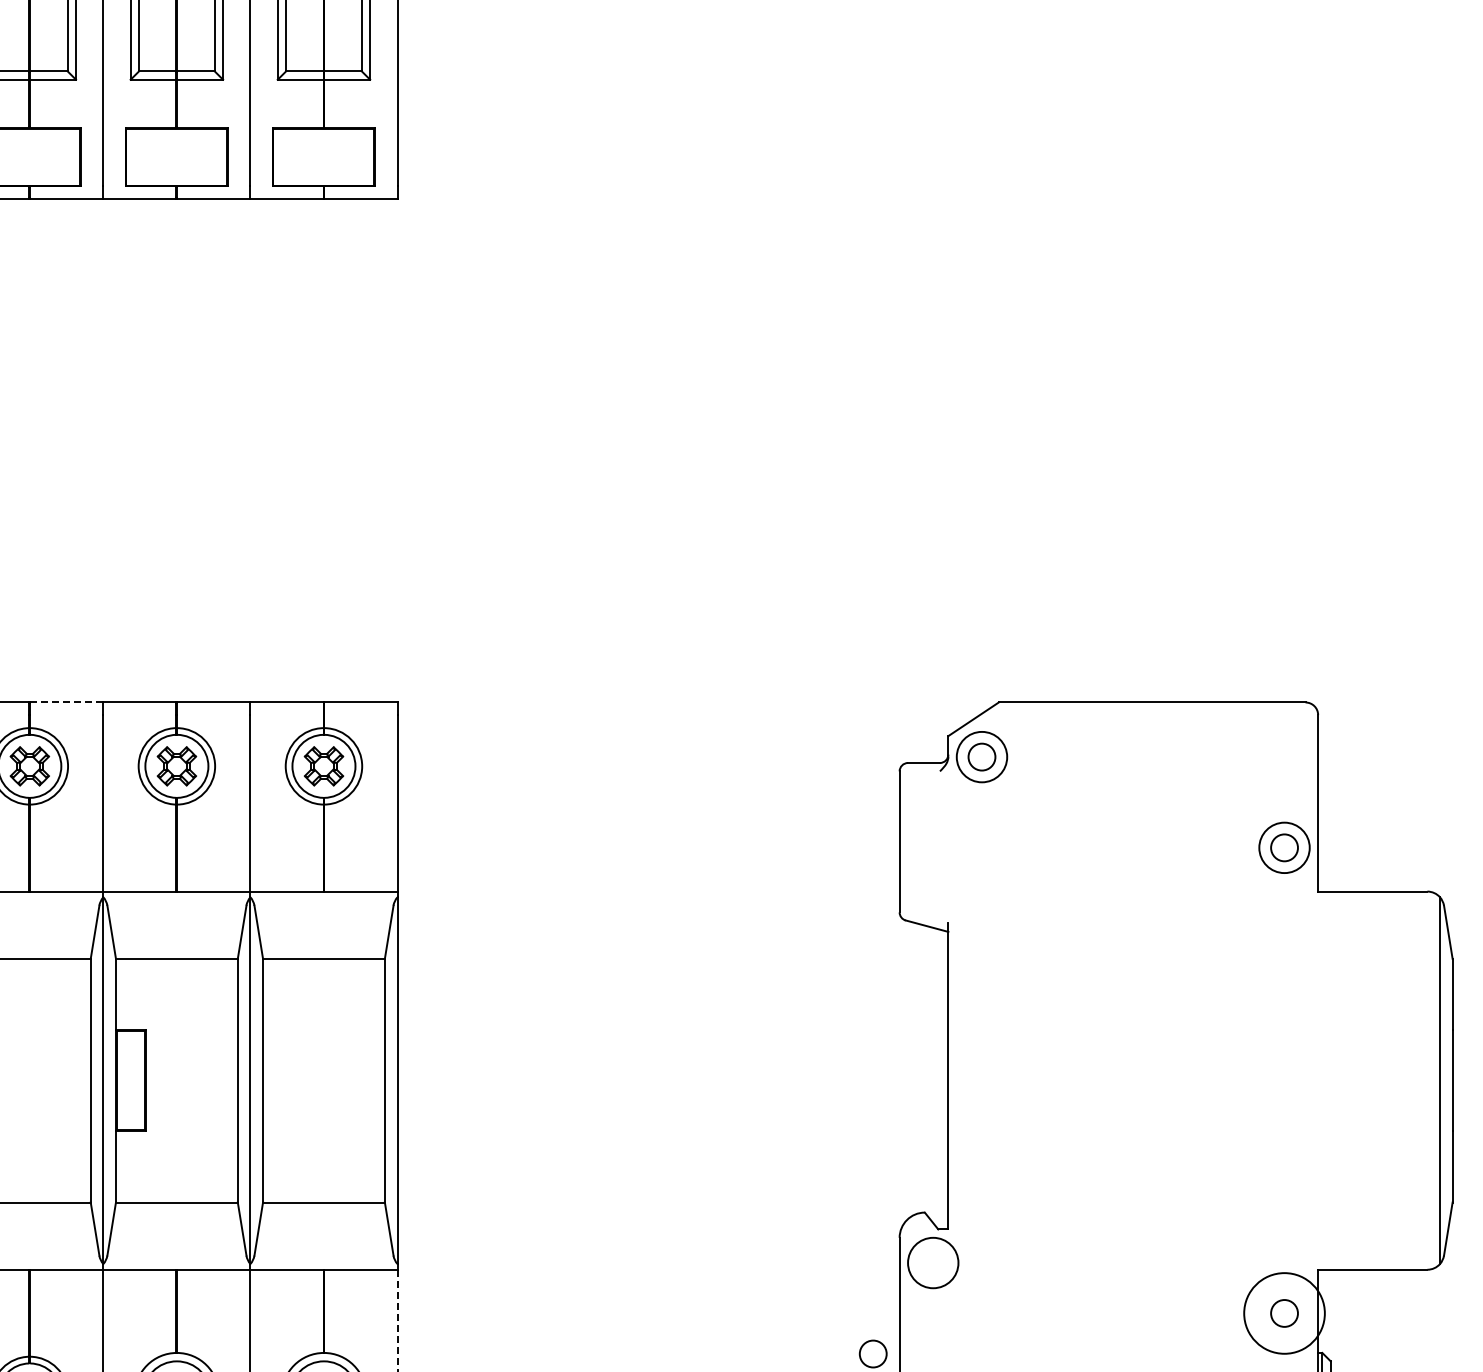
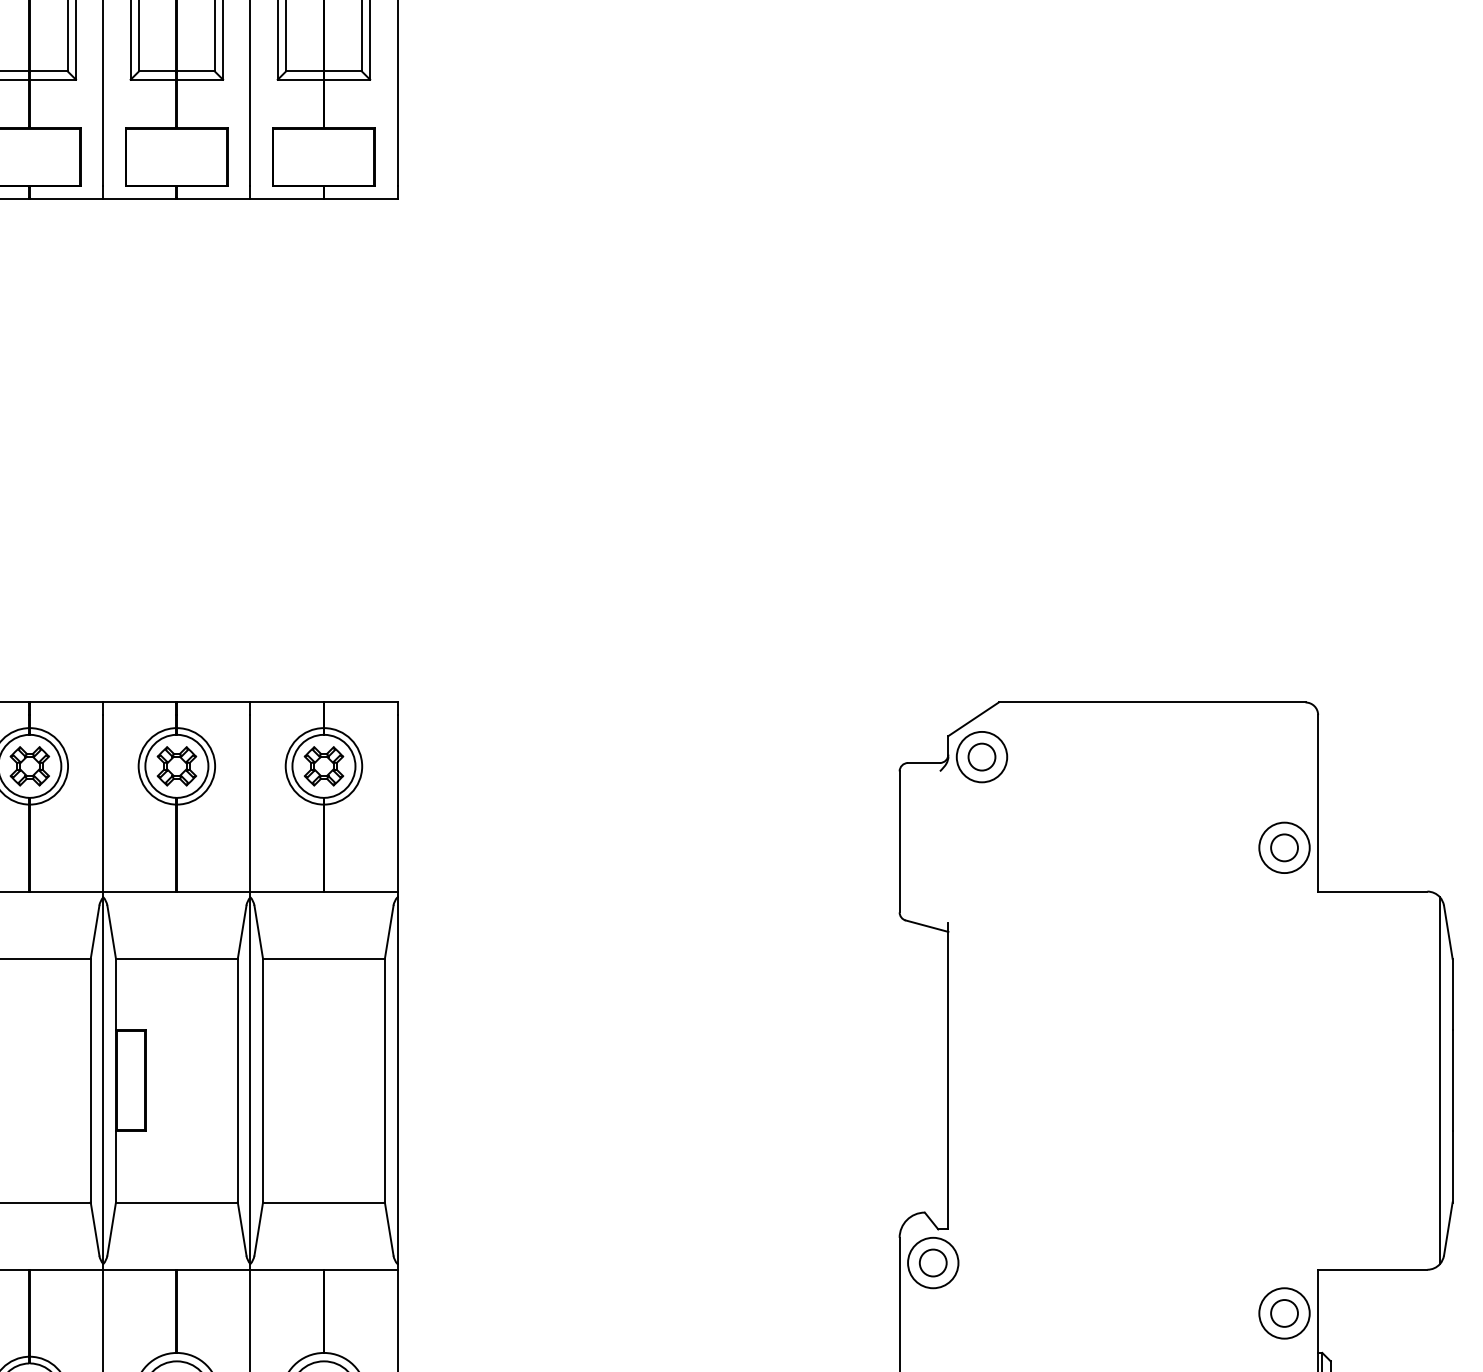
line at (66, 702): dashed -> solid
circle at (1284, 1313) diameter: 81 px -> 50 px
line at (397, 1320): dashed -> solid
circle at (872, 1353) position: (872, 1353) -> (932, 1262)
